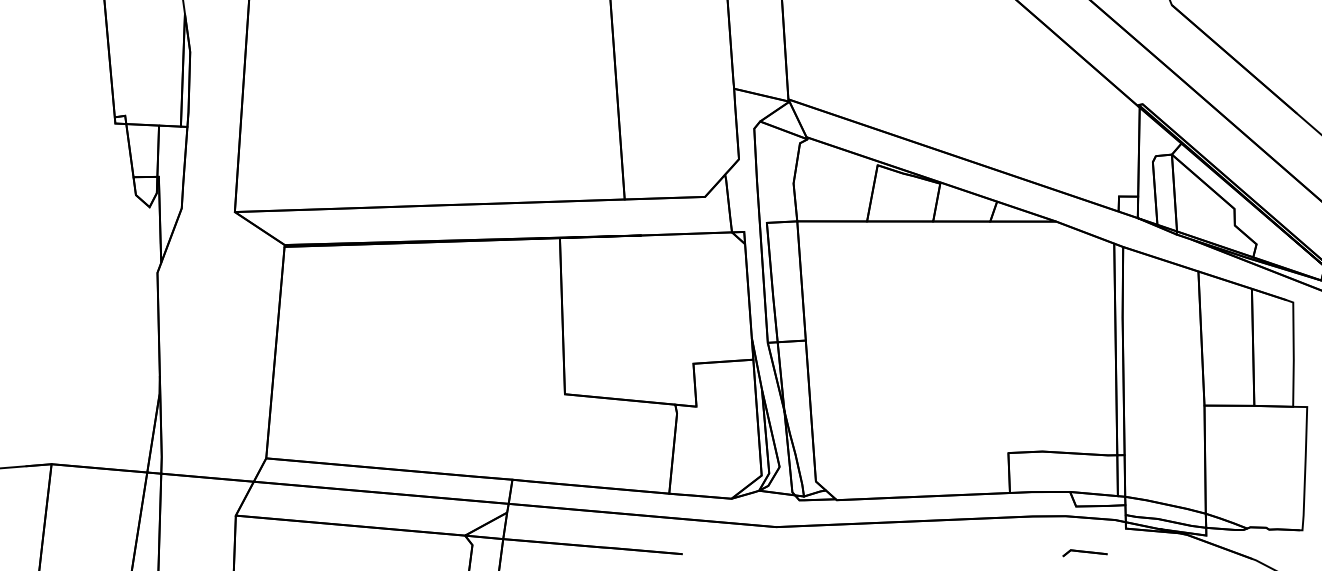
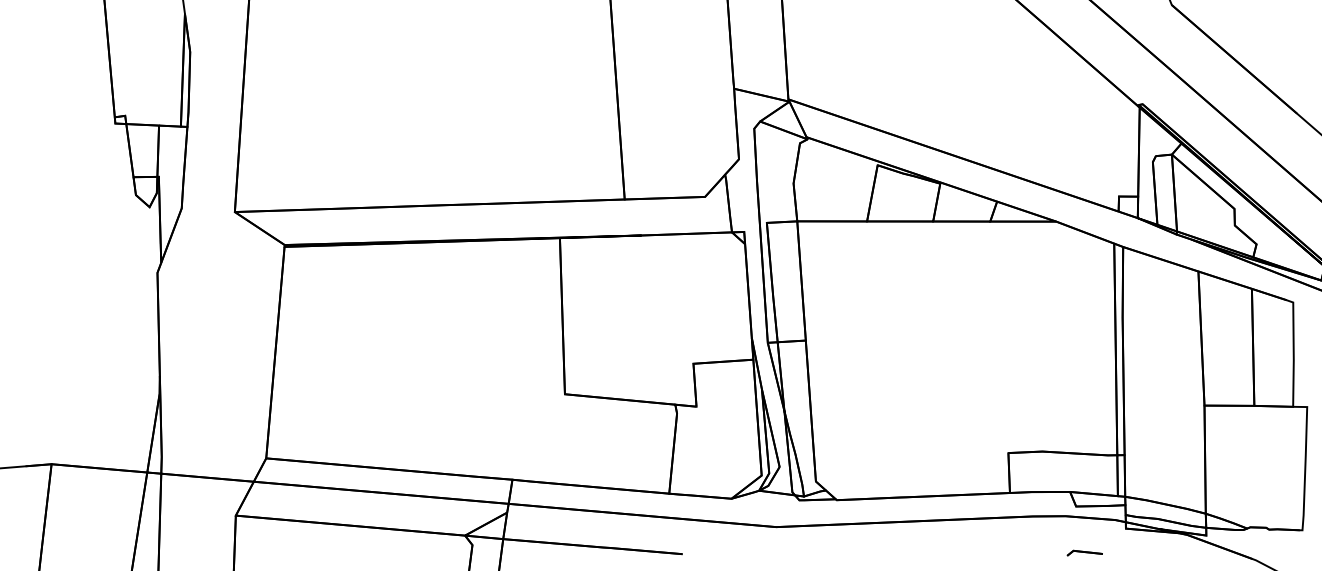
part at (1084, 553) size: 46x9 px -> 37x8 px
